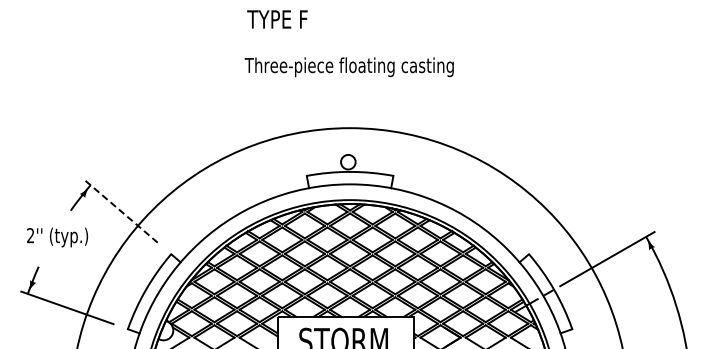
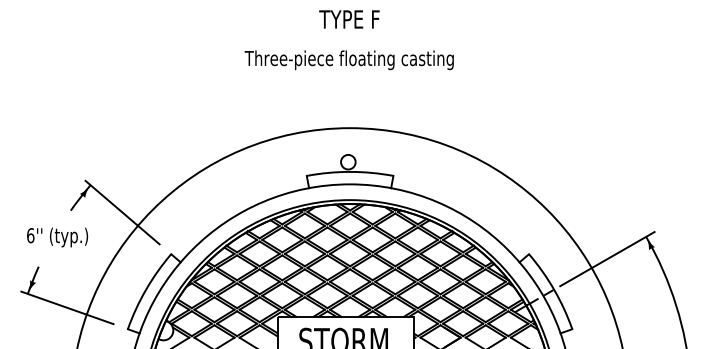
text at (277, 19) position: (277, 19) -> (349, 19)
text at (348, 67) position: (348, 67) -> (348, 60)
line at (122, 212): dashed -> solid
text at (30, 235): 2'' -> 6''
